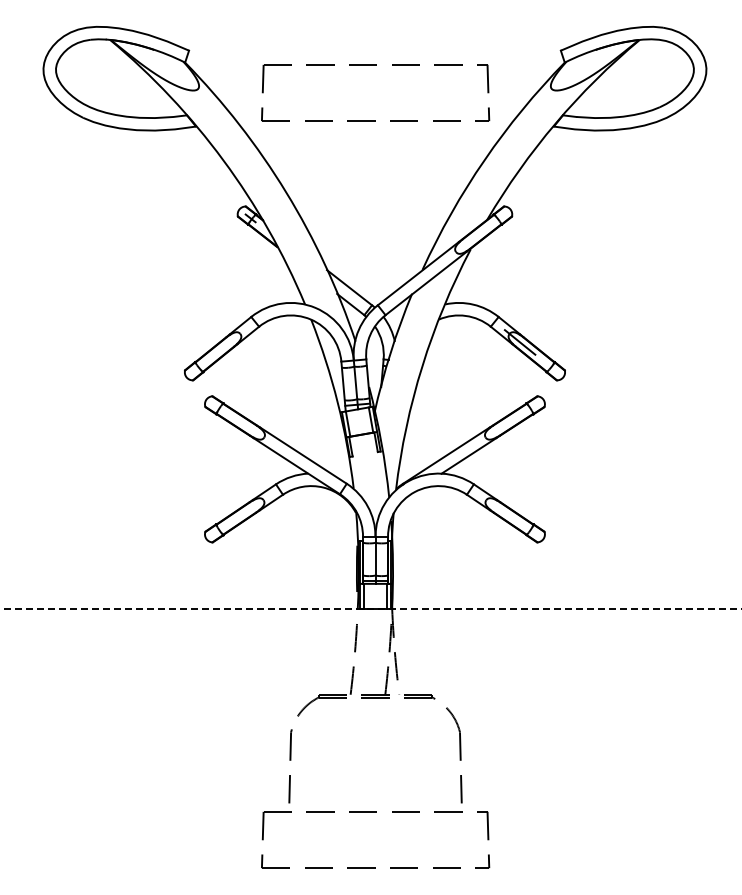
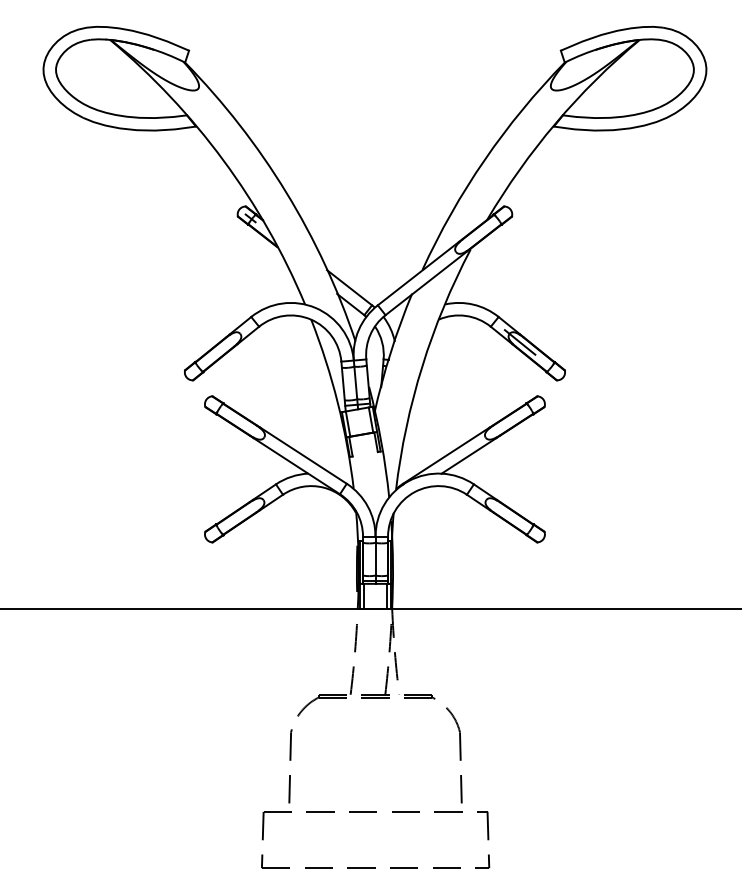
part at (375, 65): present -> none
line at (371, 609): dashed -> solid
